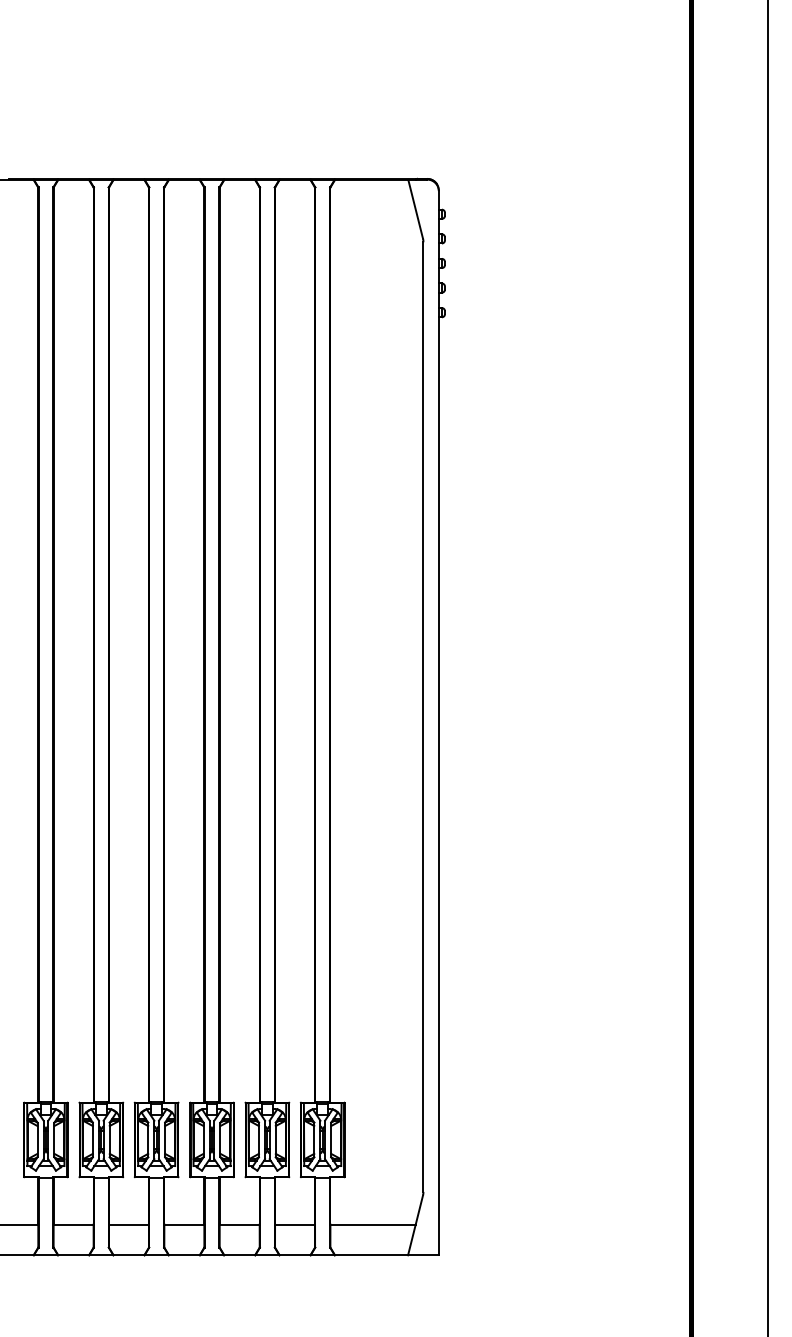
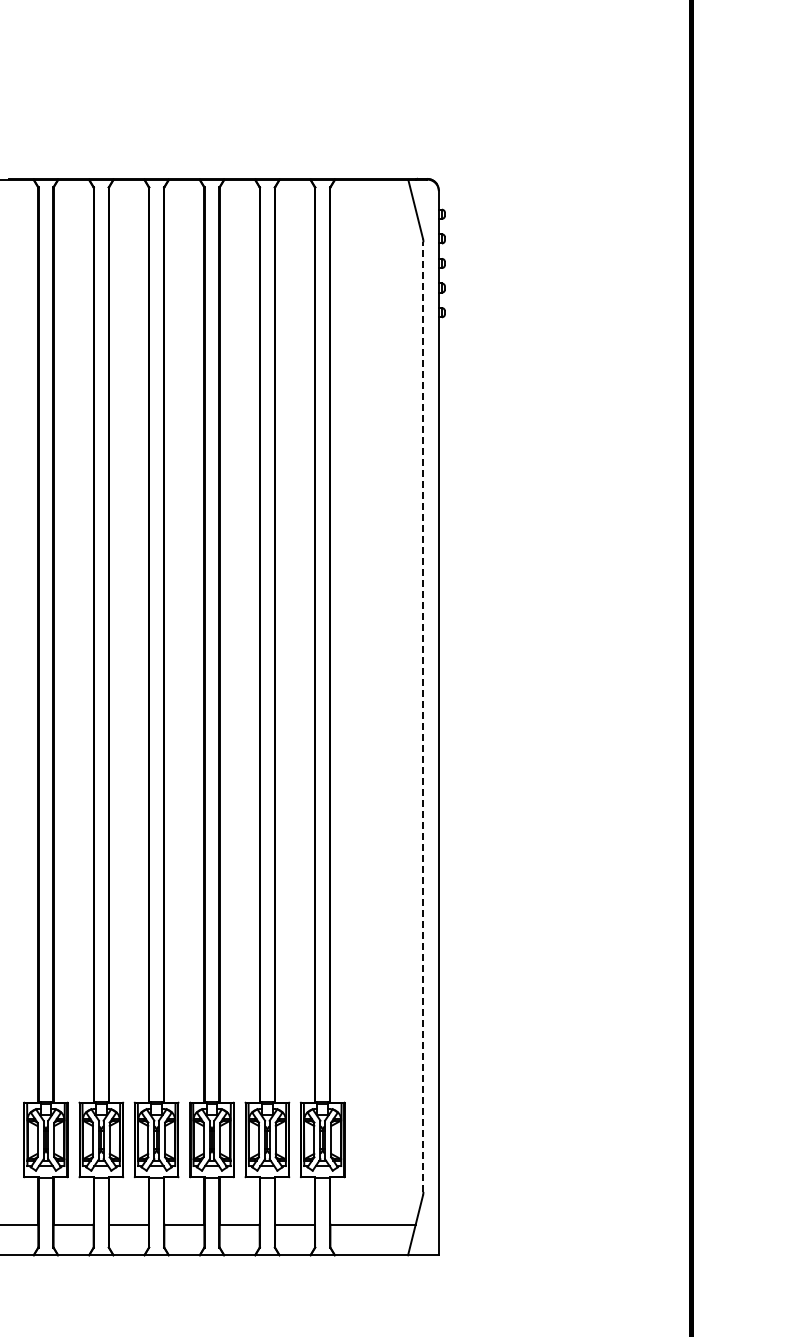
line at (768, 667): present -> none
line at (423, 717): solid -> dashed
